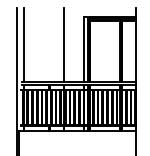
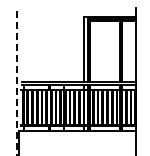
line at (24, 45): present -> none
line at (64, 45): present -> none
line at (17, 81): solid -> dashed
